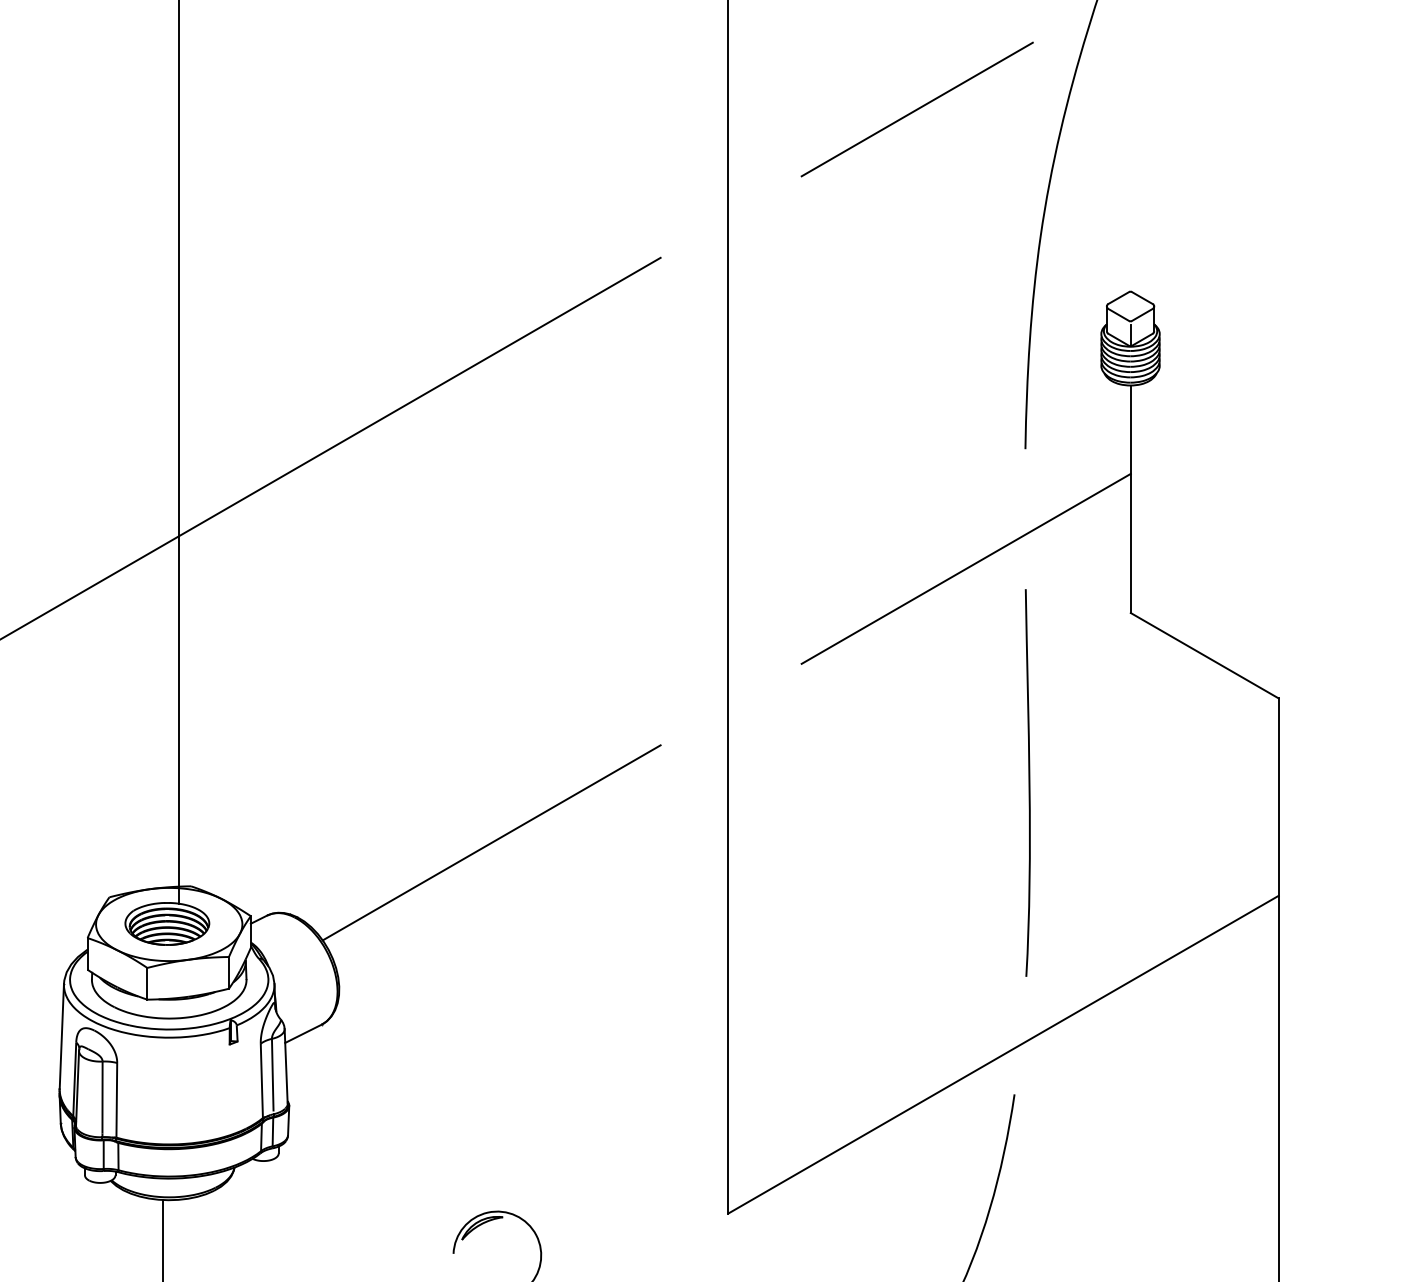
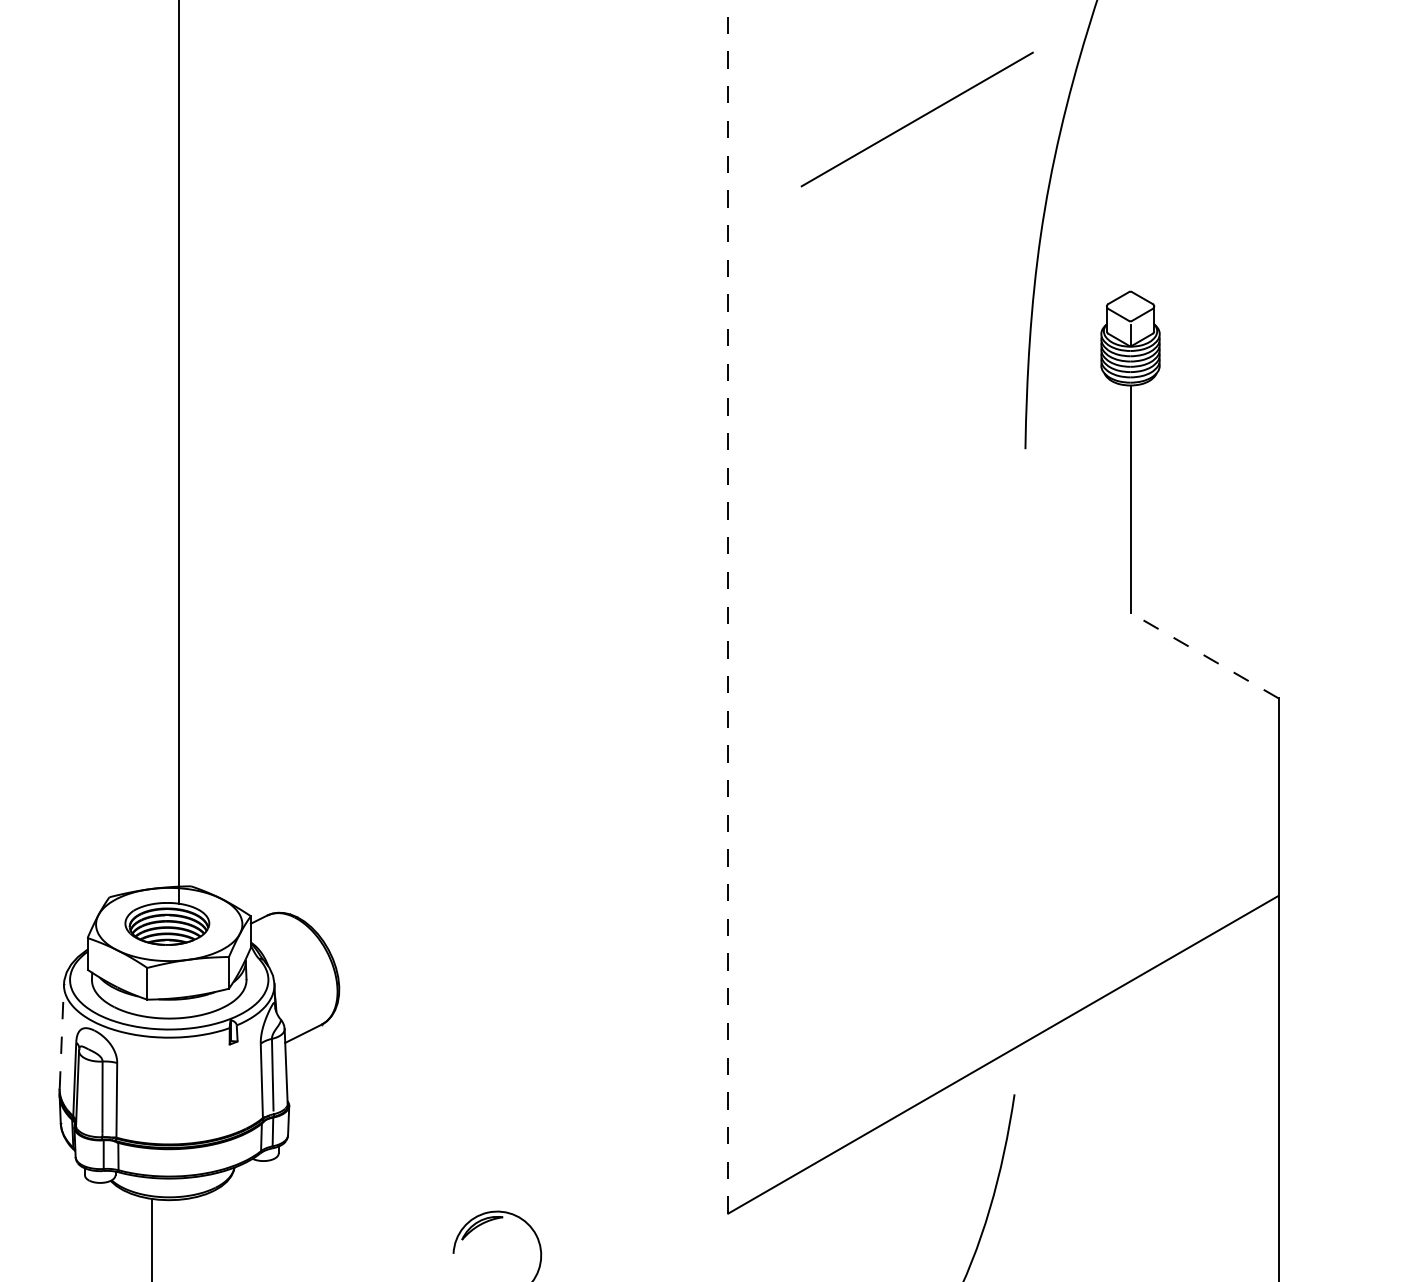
line at (916, 109) position: (916, 109) -> (916, 119)
line at (331, 447): present -> none
line at (965, 568): present -> none
line at (728, 607): solid -> dashed
line at (1204, 655): solid -> dashed
curve at (1028, 782): present -> none
line at (491, 842): present -> none
line at (61, 1035): solid -> dashed
line at (163, 1238) position: (163, 1238) -> (152, 1238)
